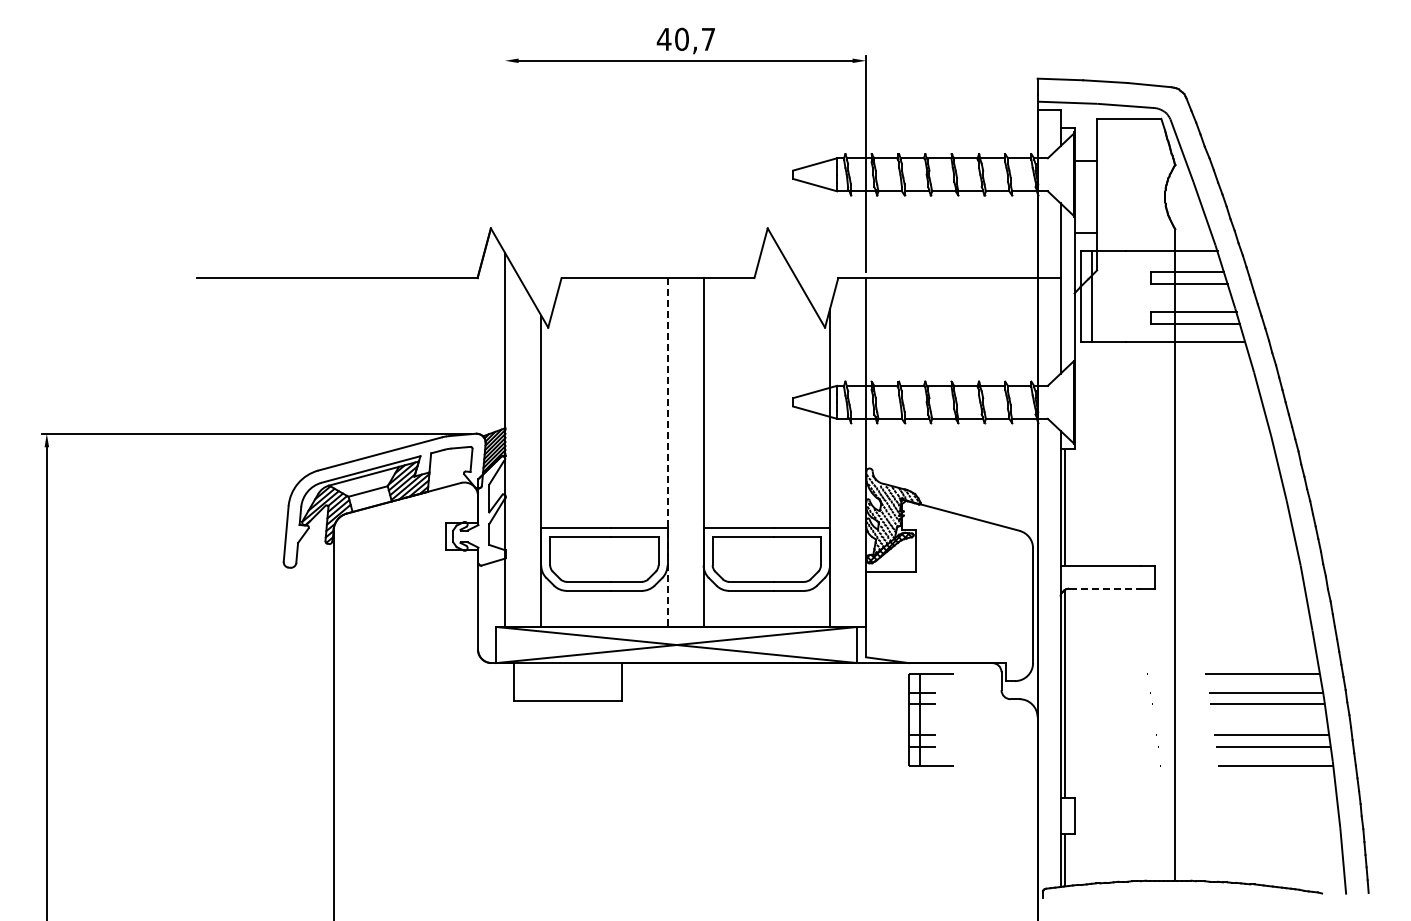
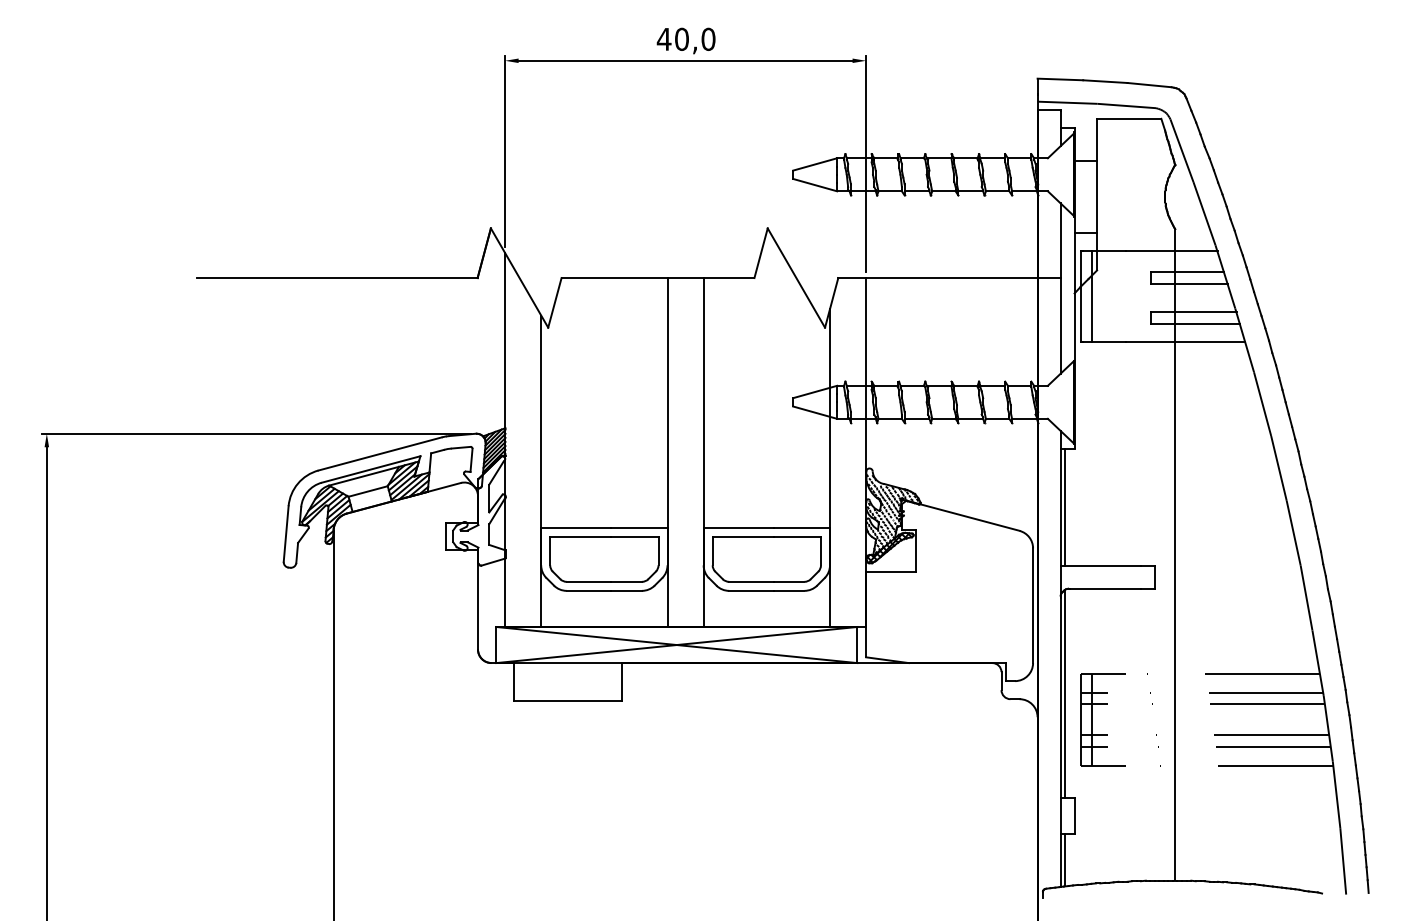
text at (708, 38): 40,7 -> 40,0
line at (505, 151): none -> present
line at (667, 453): dashed -> solid
line at (1105, 588): dashed -> solid
part at (920, 719) position: (920, 719) -> (1092, 719)
